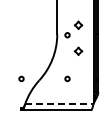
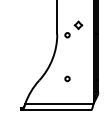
part at (78, 50): present -> none
circle at (21, 78): present -> none
line at (59, 104): dashed -> solid
